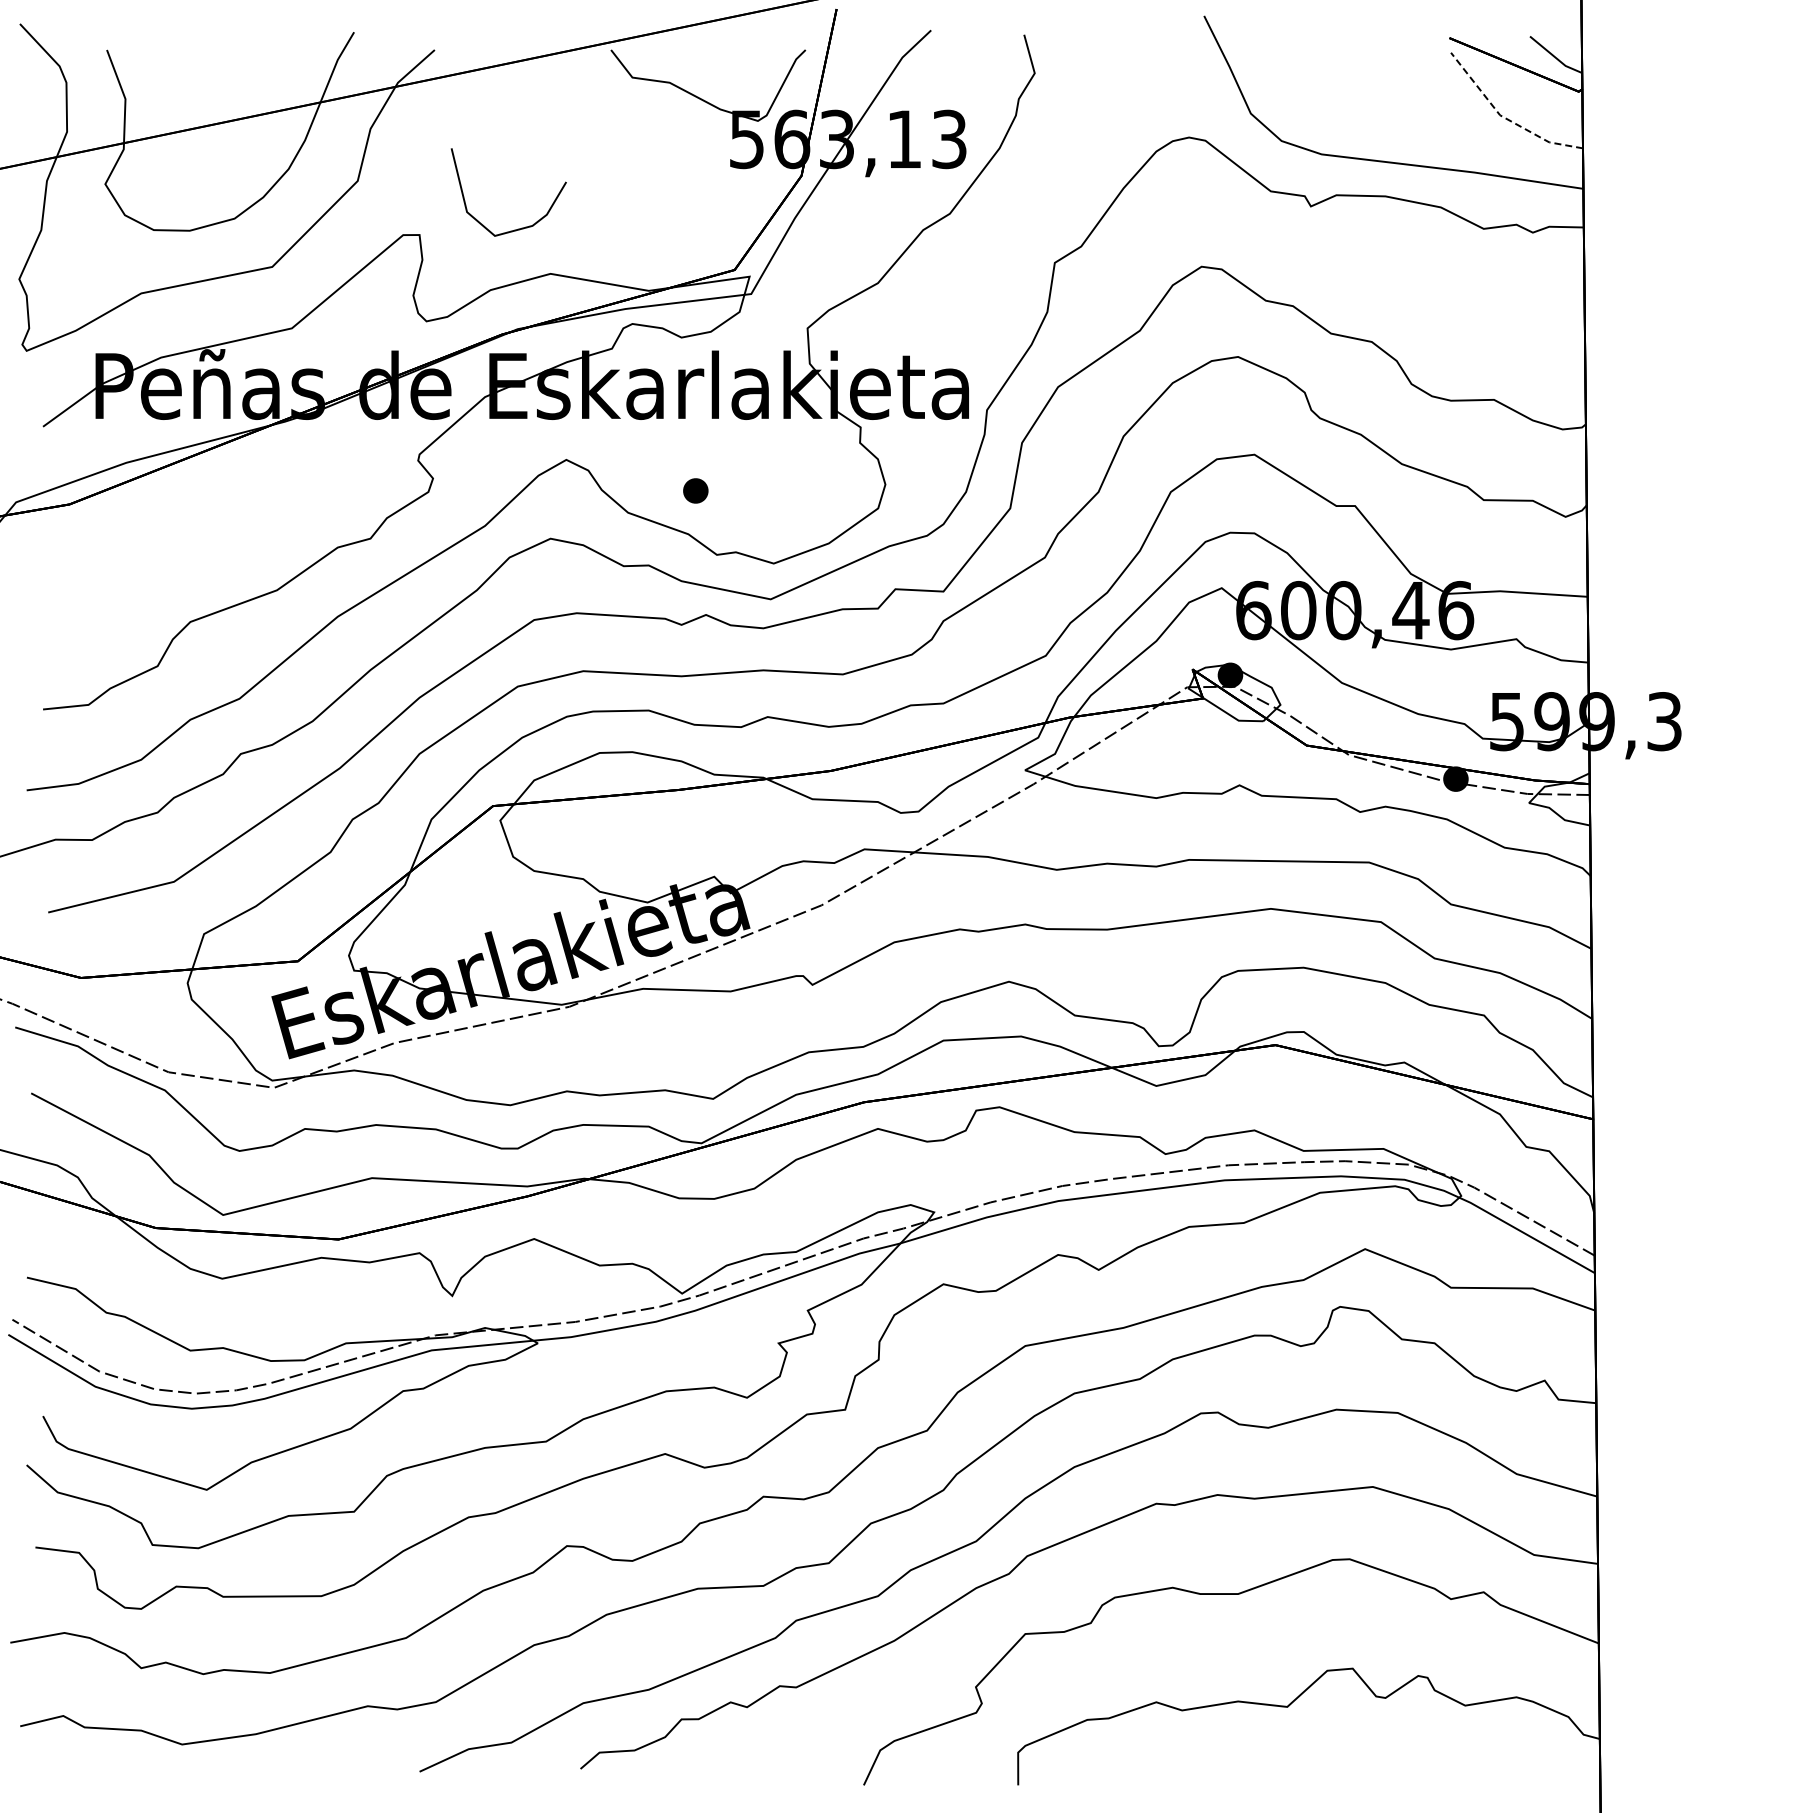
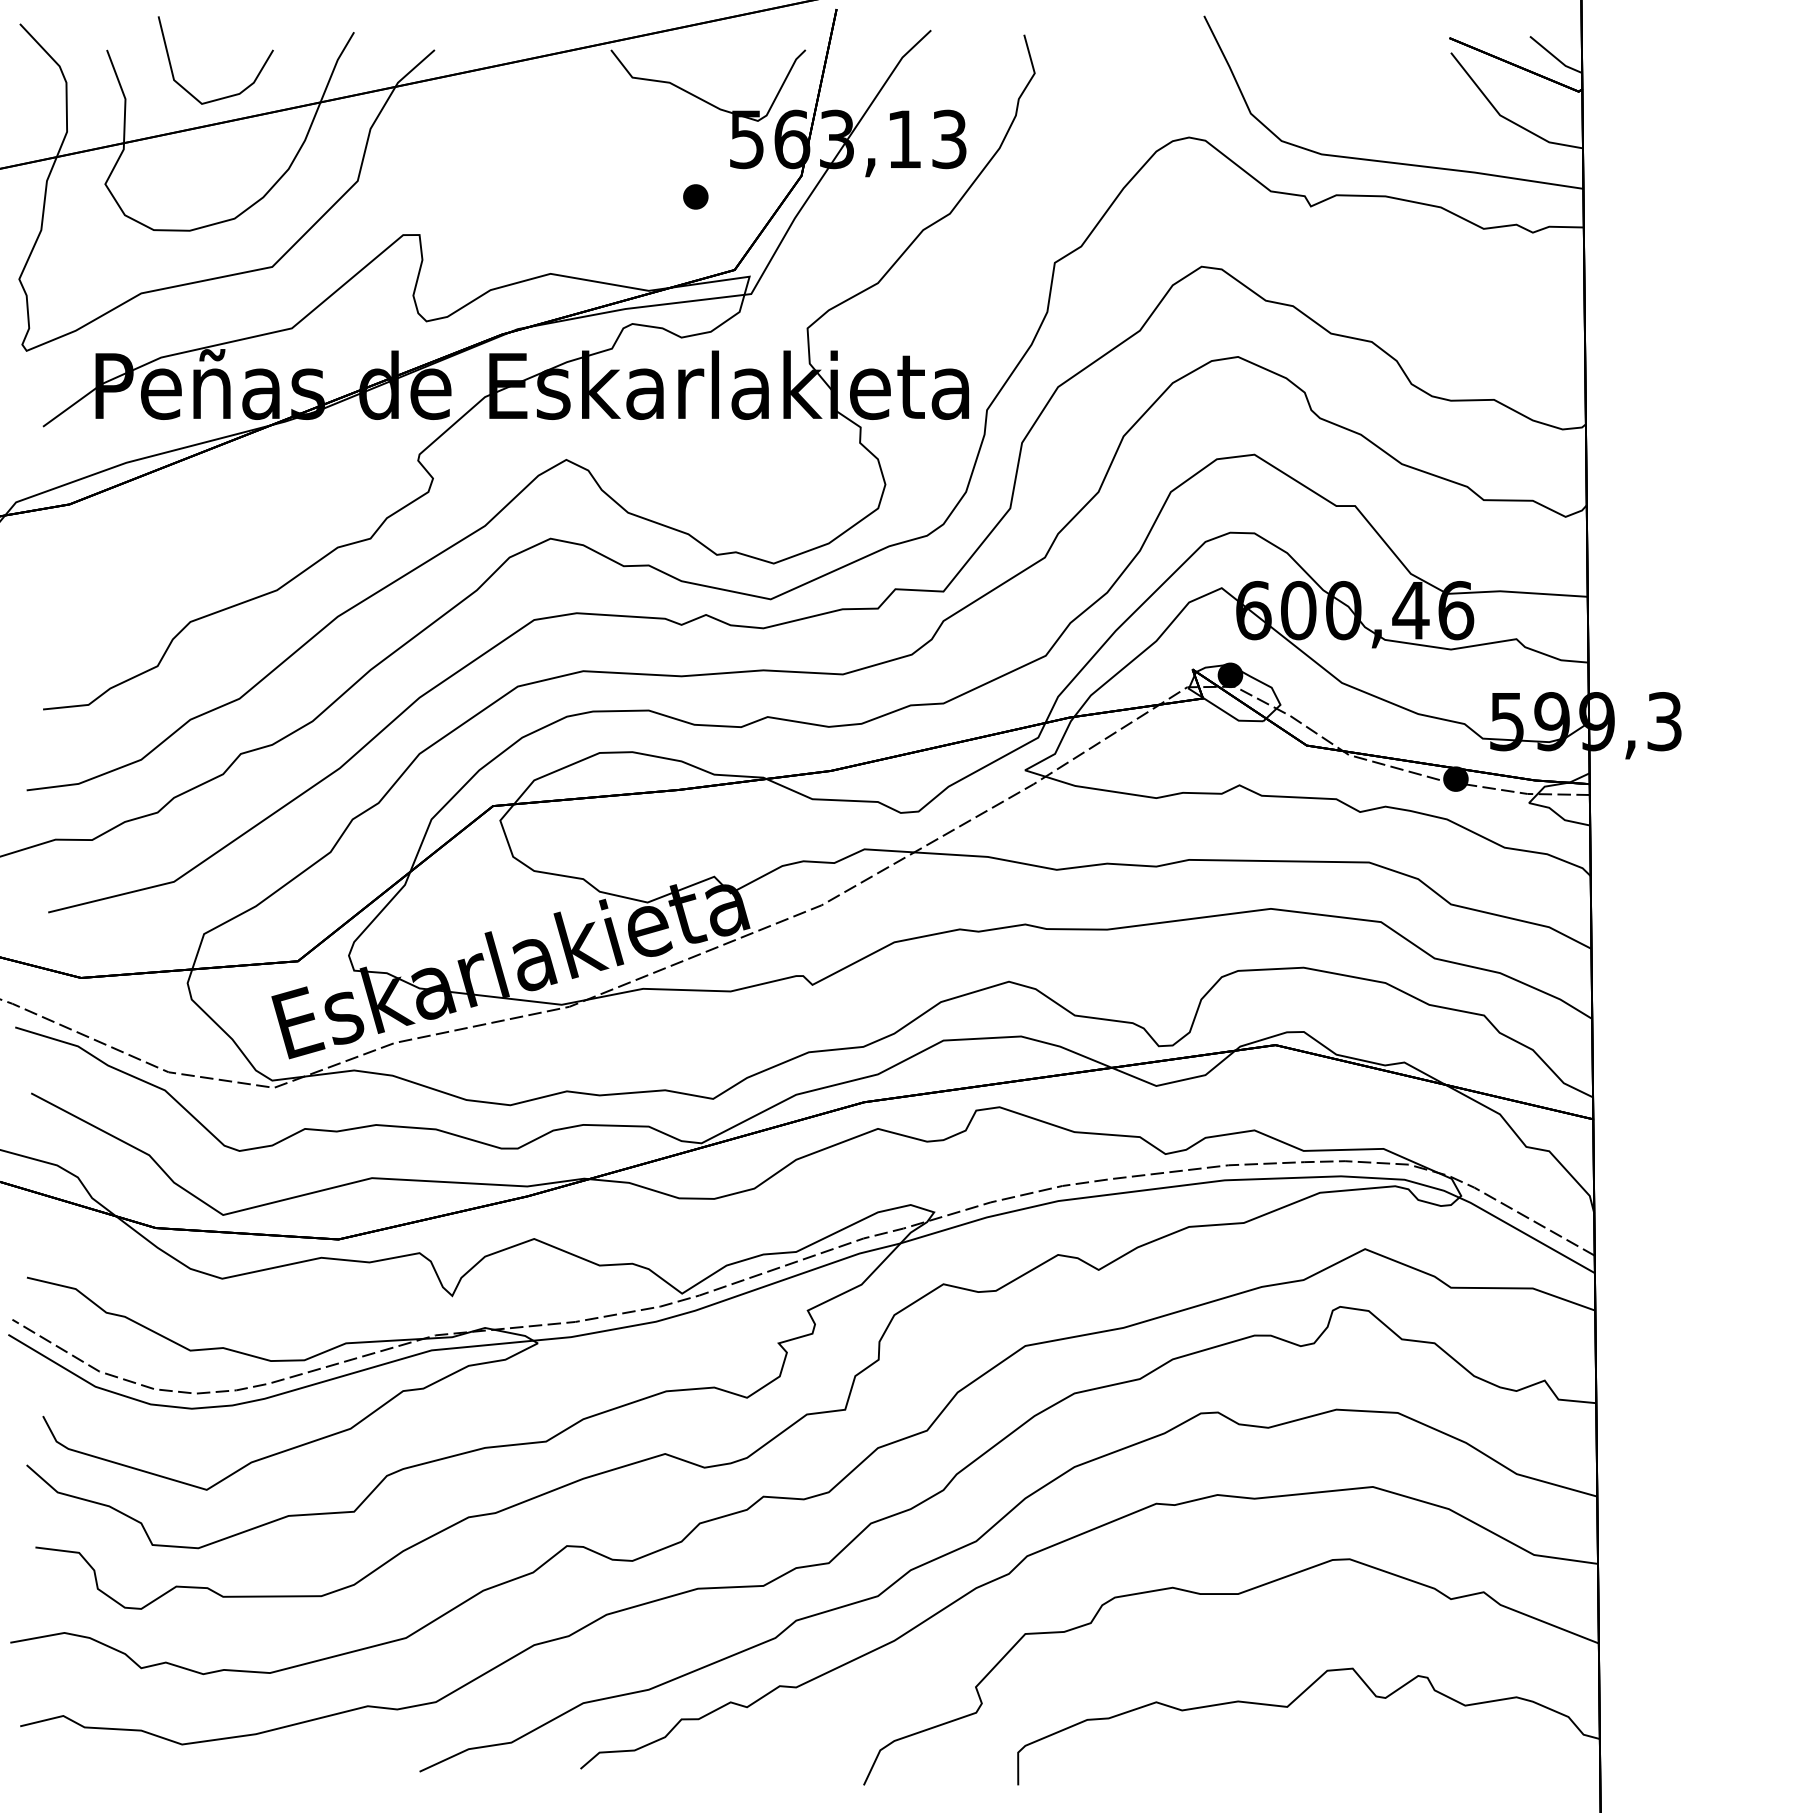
line at (1505, 118): dashed -> solid
curve at (521, 227) position: (521, 227) -> (228, 95)
part at (695, 490) position: (695, 490) -> (695, 196)
